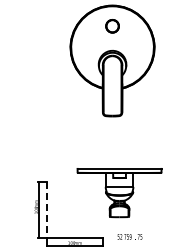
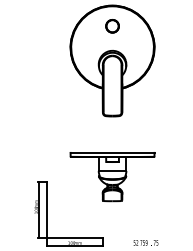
part at (119, 193) position: (119, 193) -> (112, 177)
line at (46, 210): dashed -> solid
text at (129, 236) position: (129, 236) -> (145, 242)
